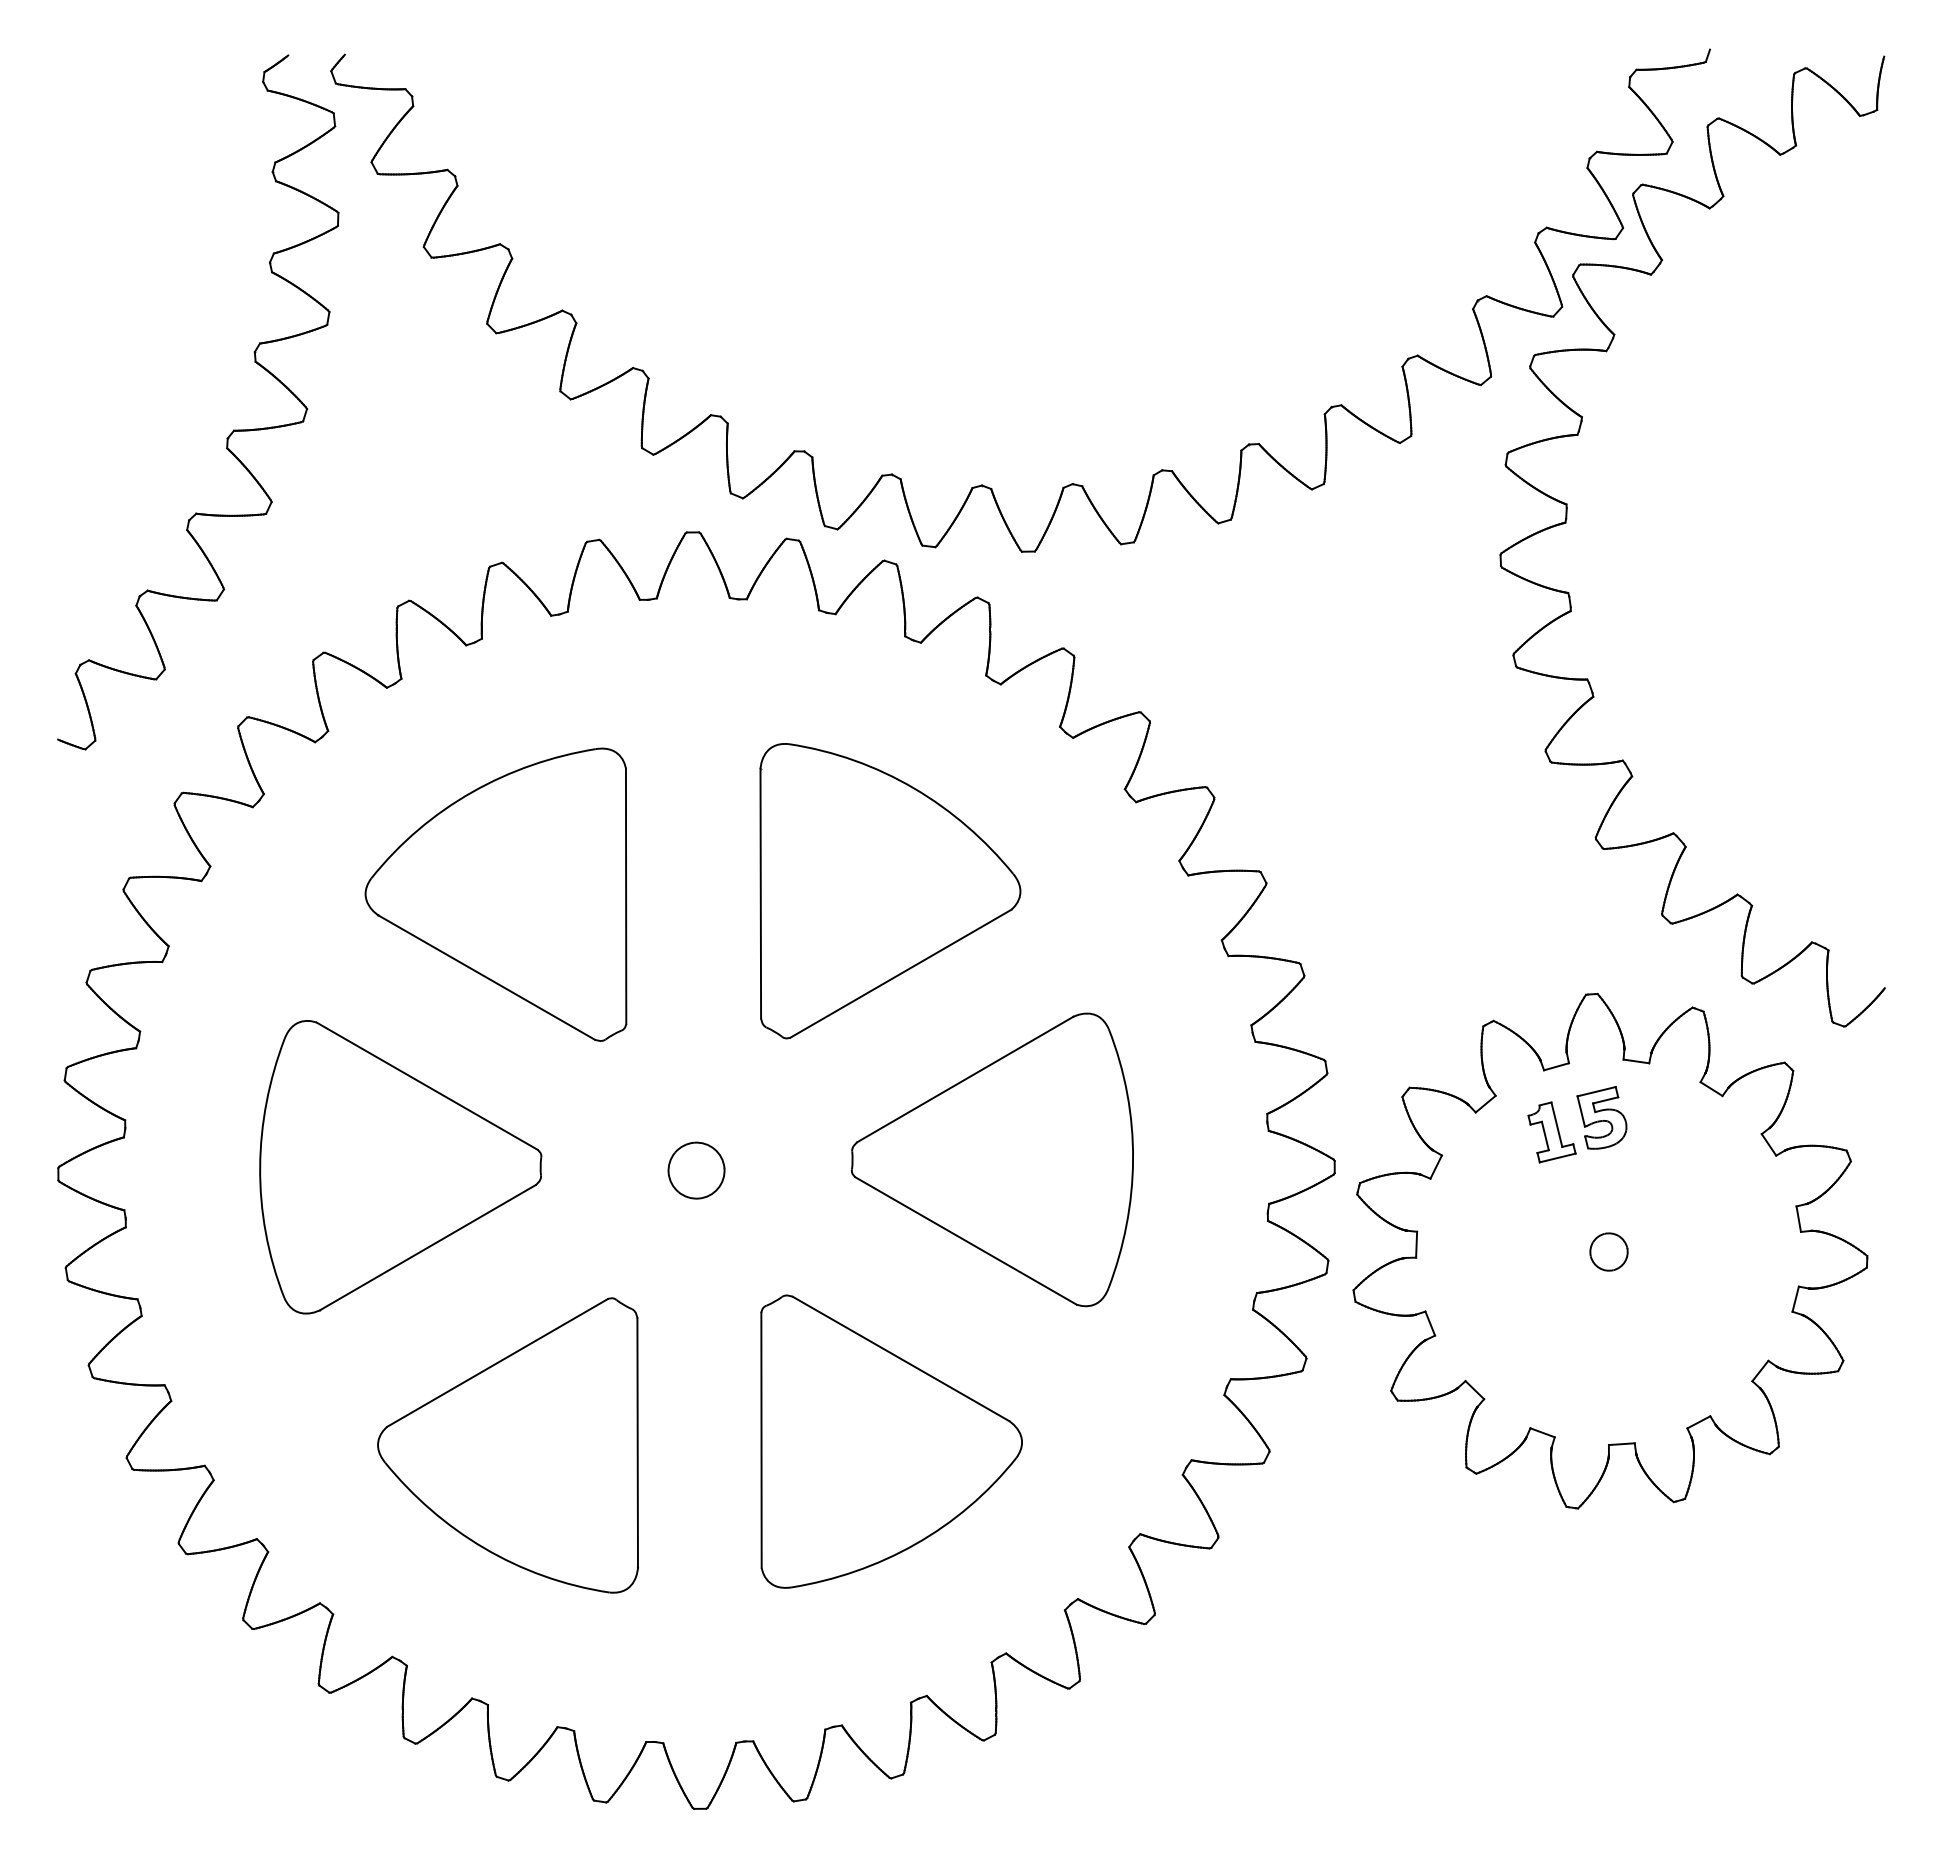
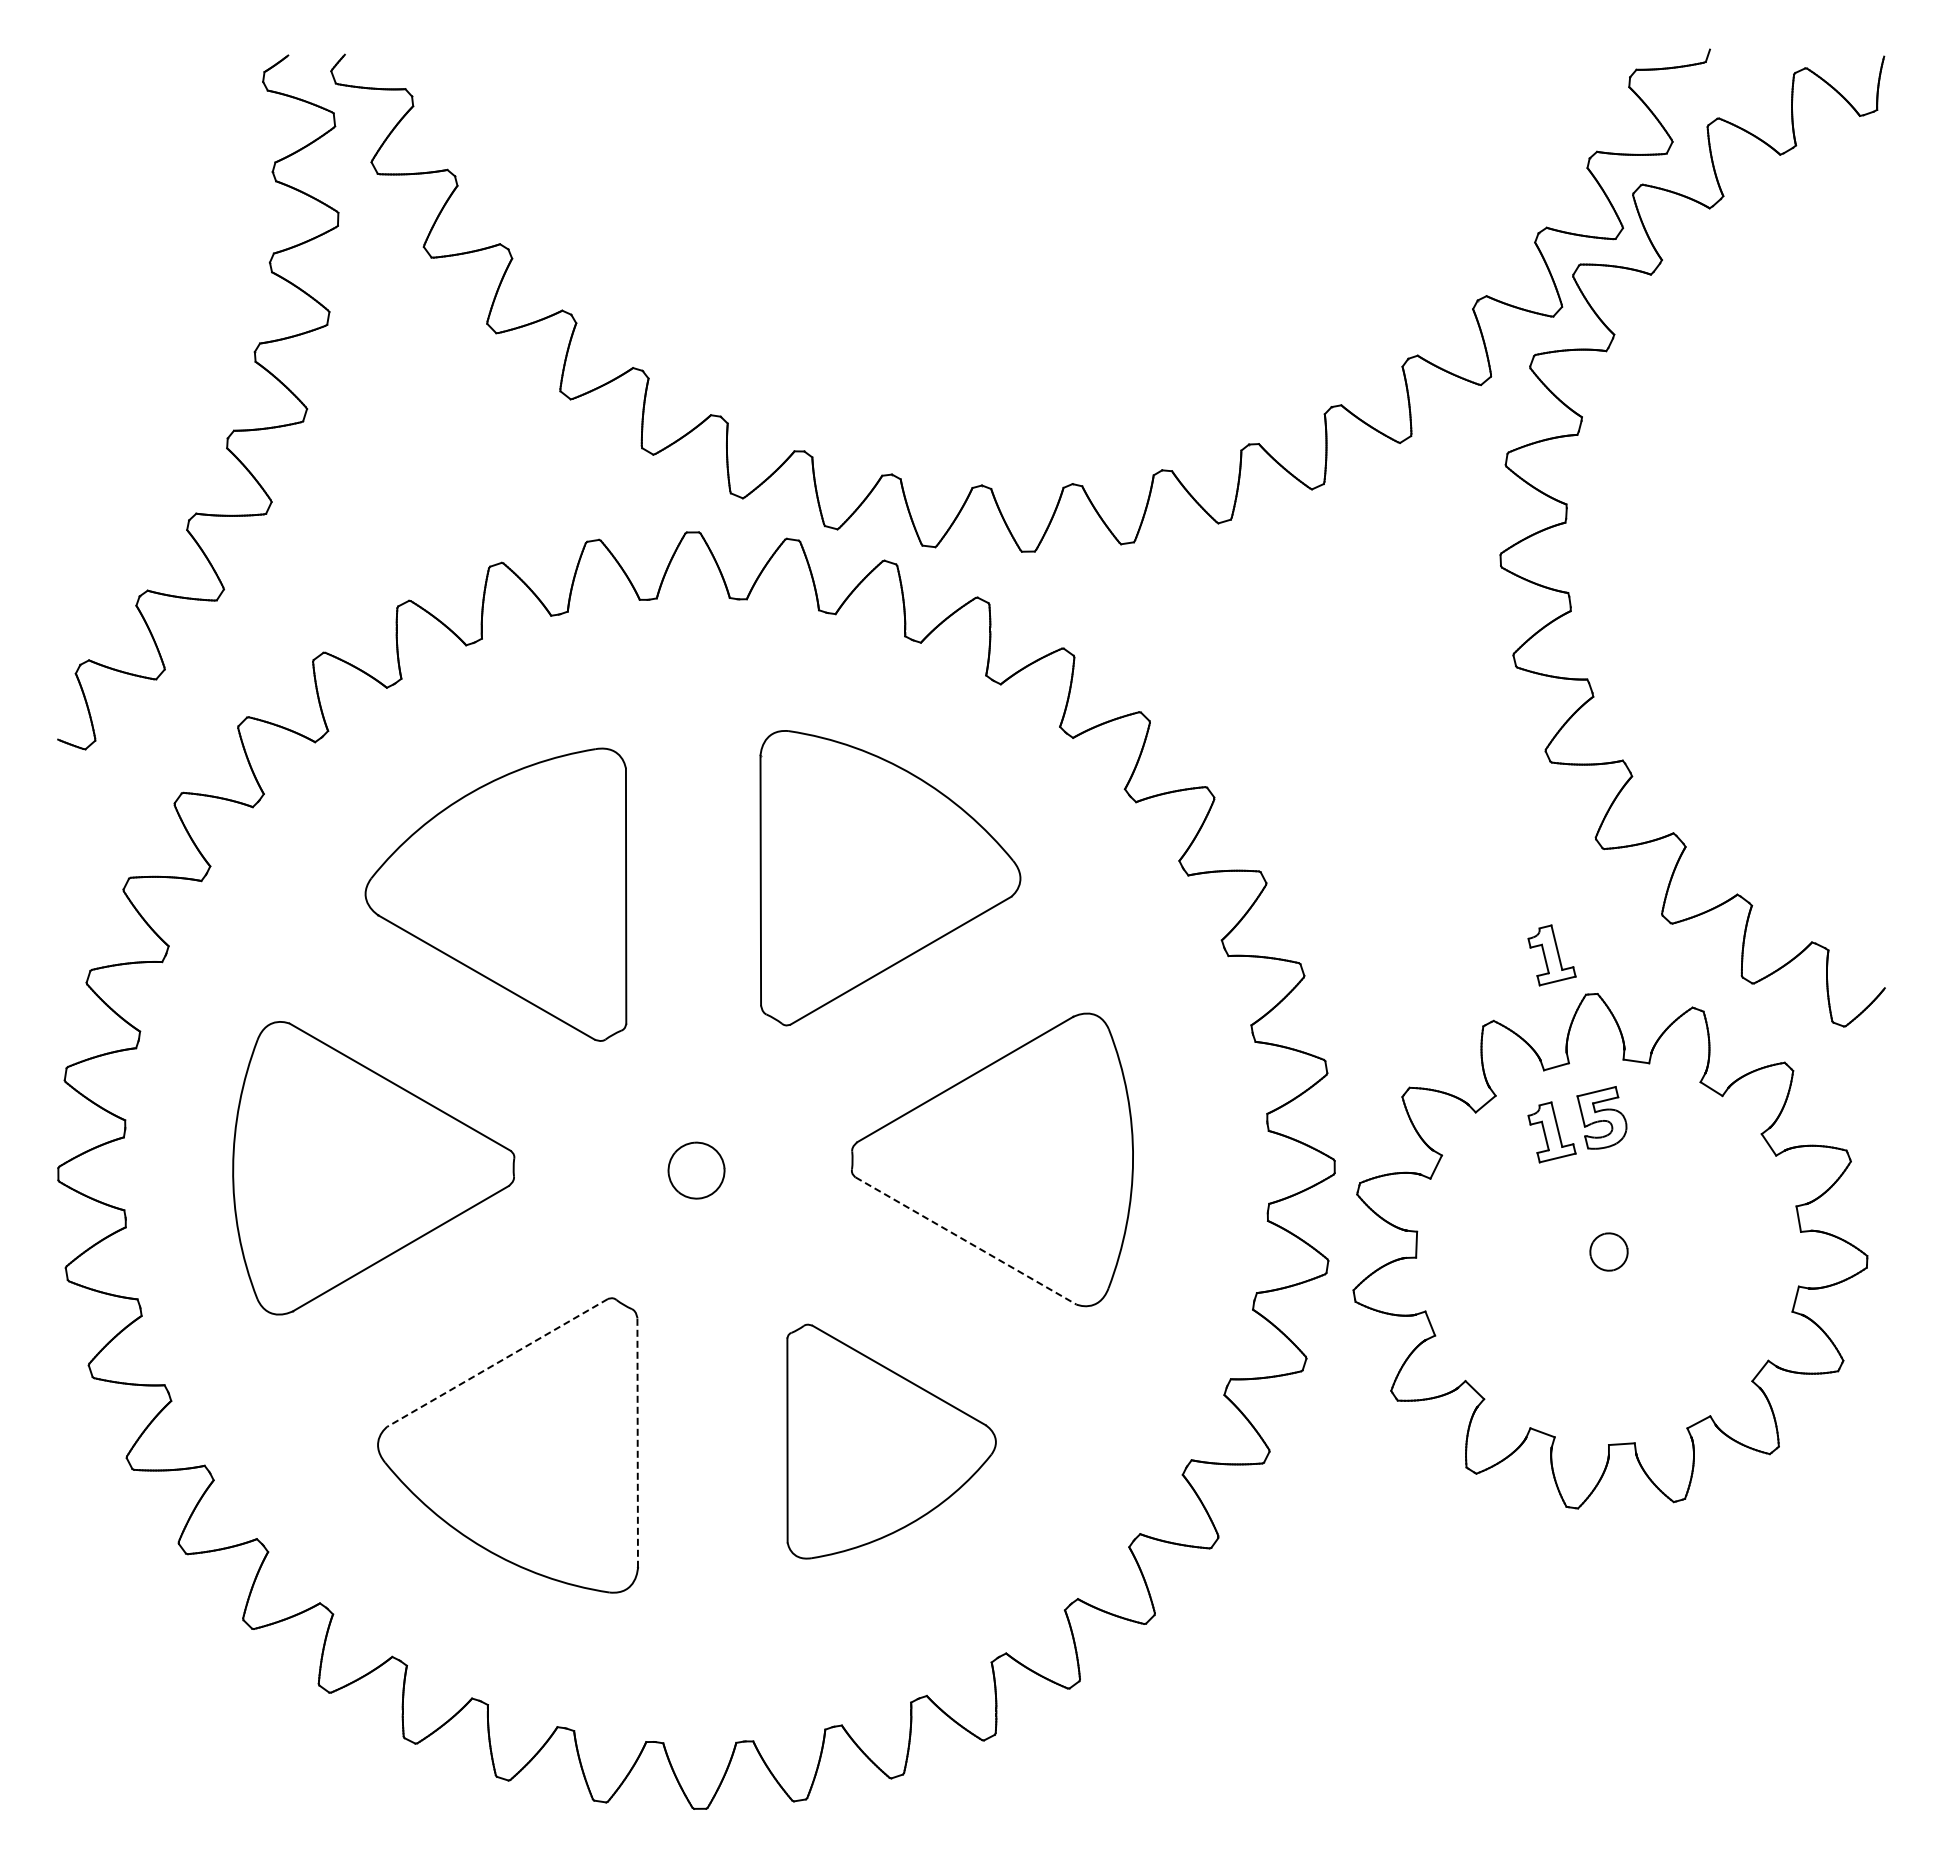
part at (890, 891) position: (890, 891) -> (890, 878)
part at (1551, 955): none -> present
part at (400, 1167) position: (400, 1167) -> (373, 1168)
line at (966, 1241): solid -> dashed
line at (497, 1363): solid -> dashed
part at (891, 1441) size: 263x295 px -> 211x237 px
line at (637, 1443): solid -> dashed
